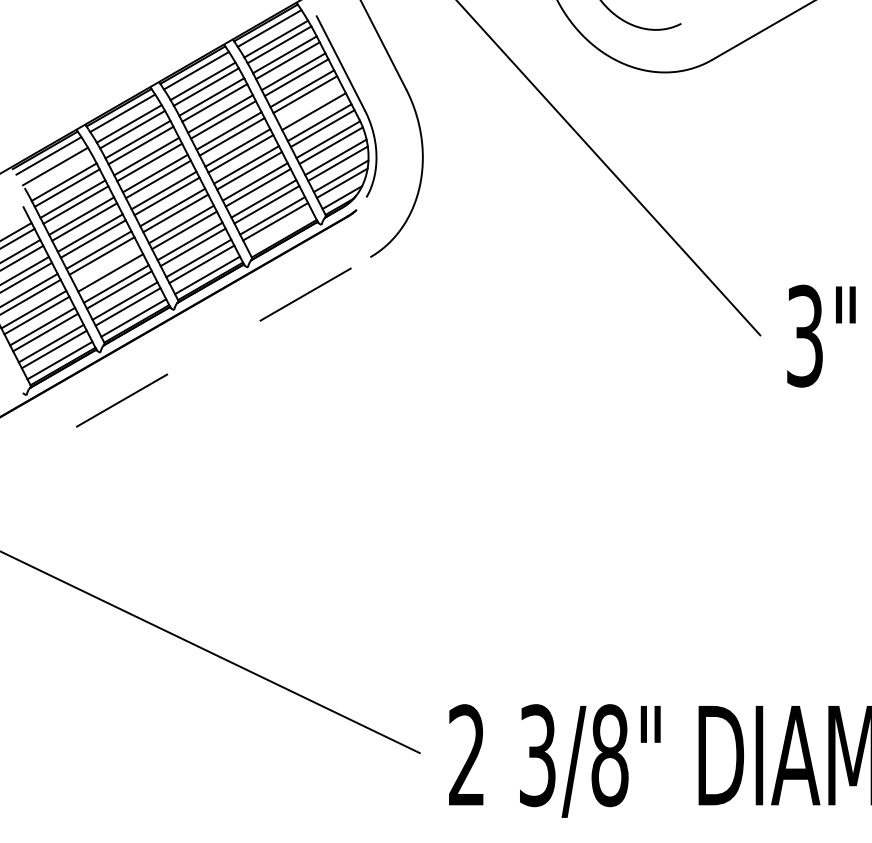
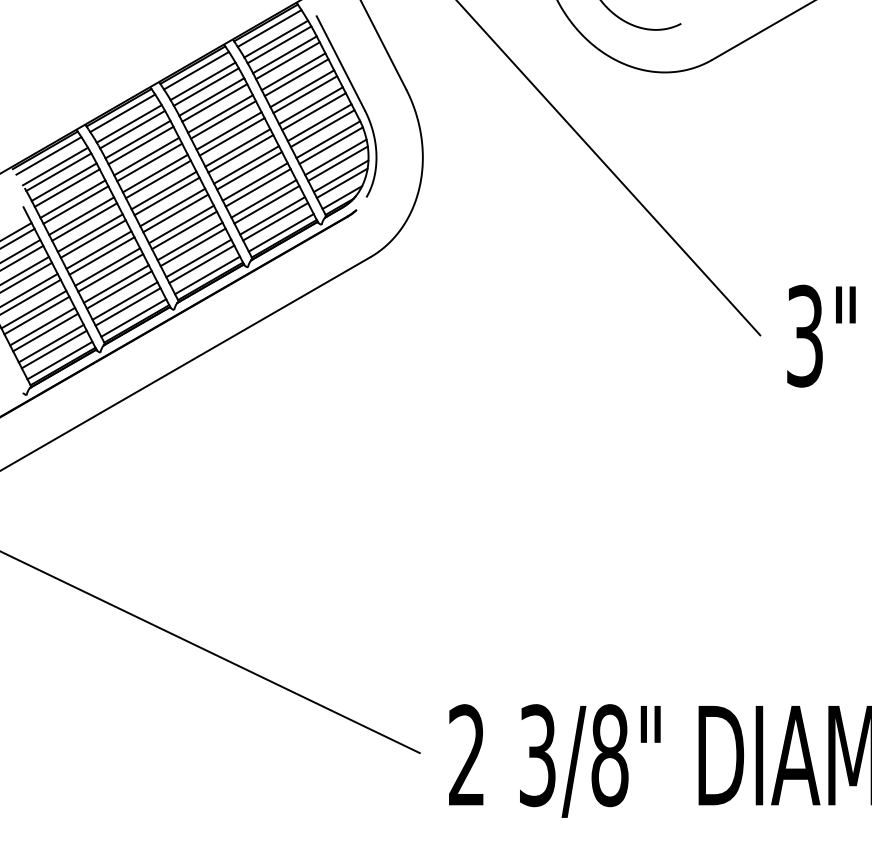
line at (310, 105): none -> present
line at (58, 172): none -> present
line at (280, 232): none -> present
line at (107, 266): none -> present
line at (186, 363): dashed -> solid
